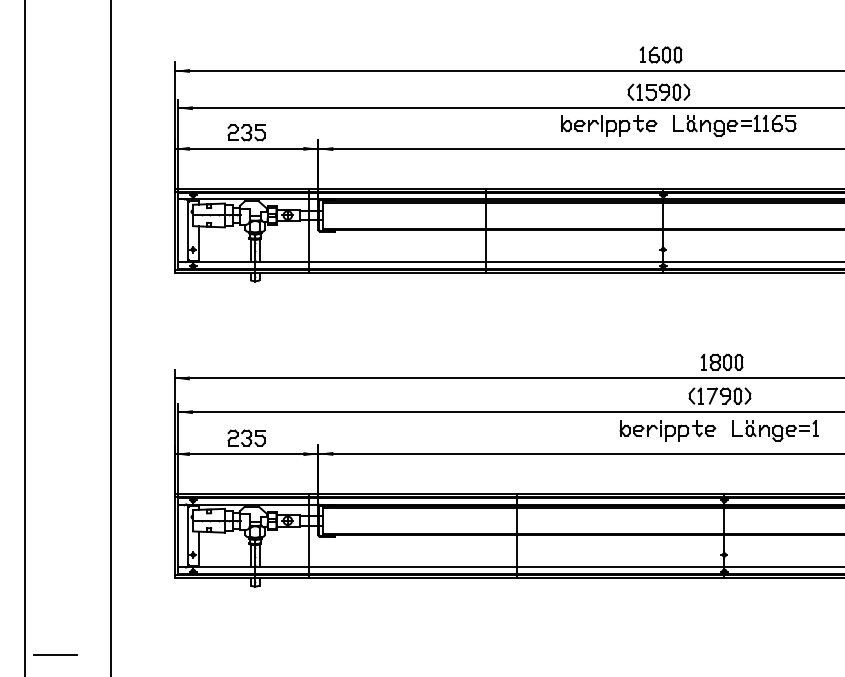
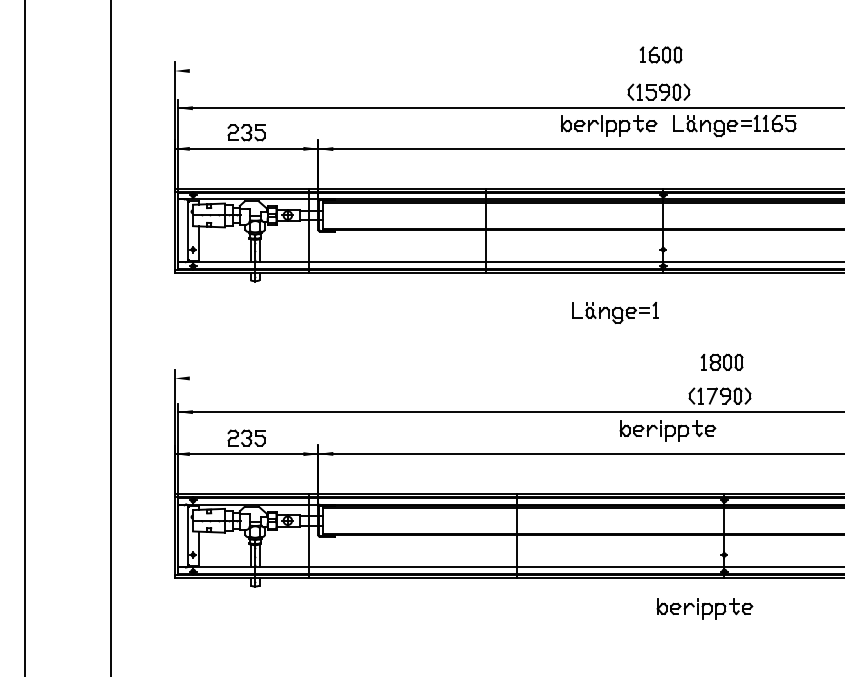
line at (507, 71): present -> none
line at (507, 378): present -> none
part at (775, 430) position: (775, 430) -> (615, 312)
part at (704, 608): none -> present
line at (55, 654): present -> none
